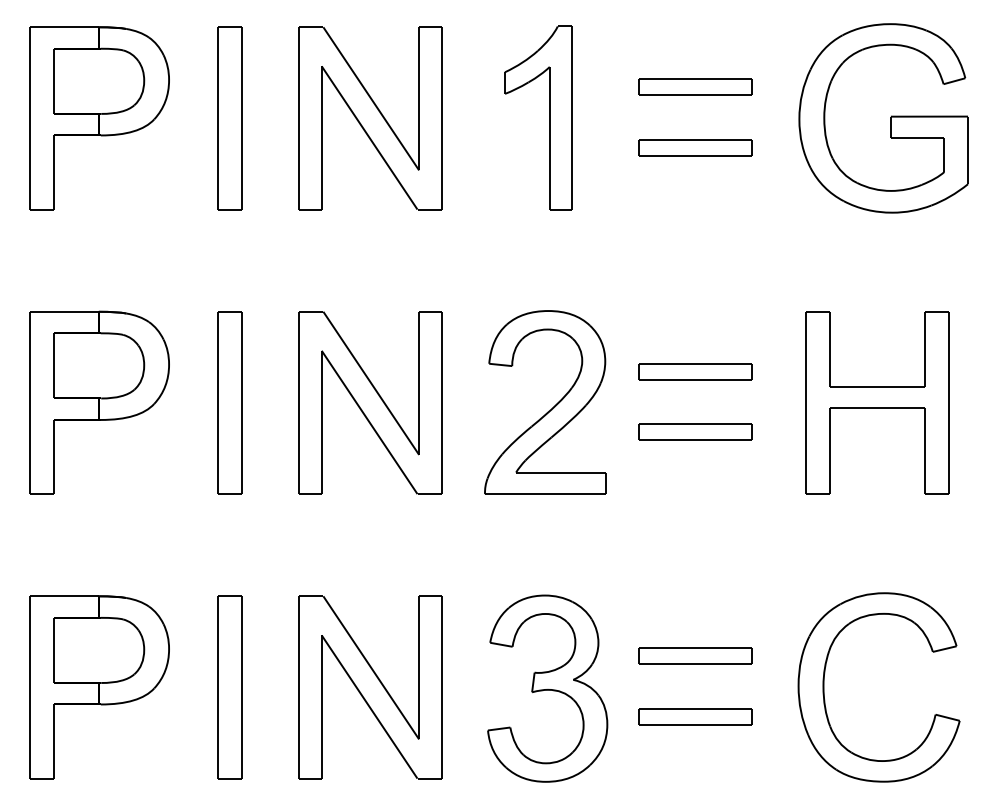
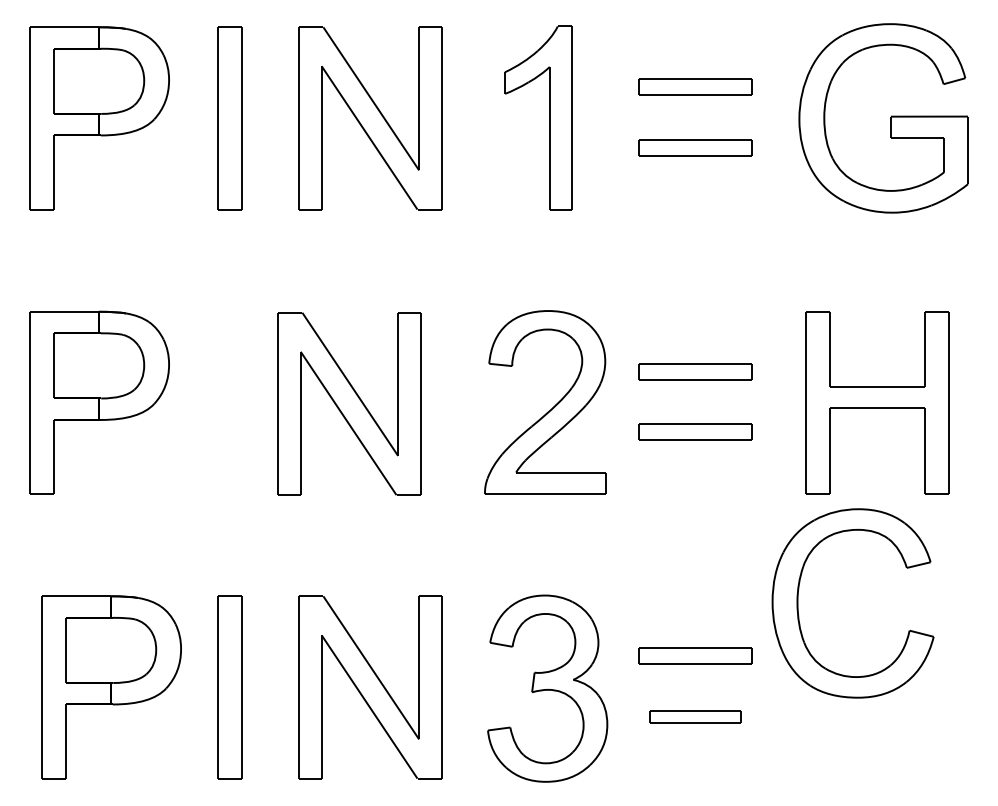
part at (229, 402): present -> none
part at (370, 402) position: (370, 402) -> (349, 403)
part at (99, 687) position: (99, 687) -> (111, 687)
part at (824, 687) position: (824, 687) -> (798, 603)
part at (695, 716) size: 115x18 px -> 93x14 px
